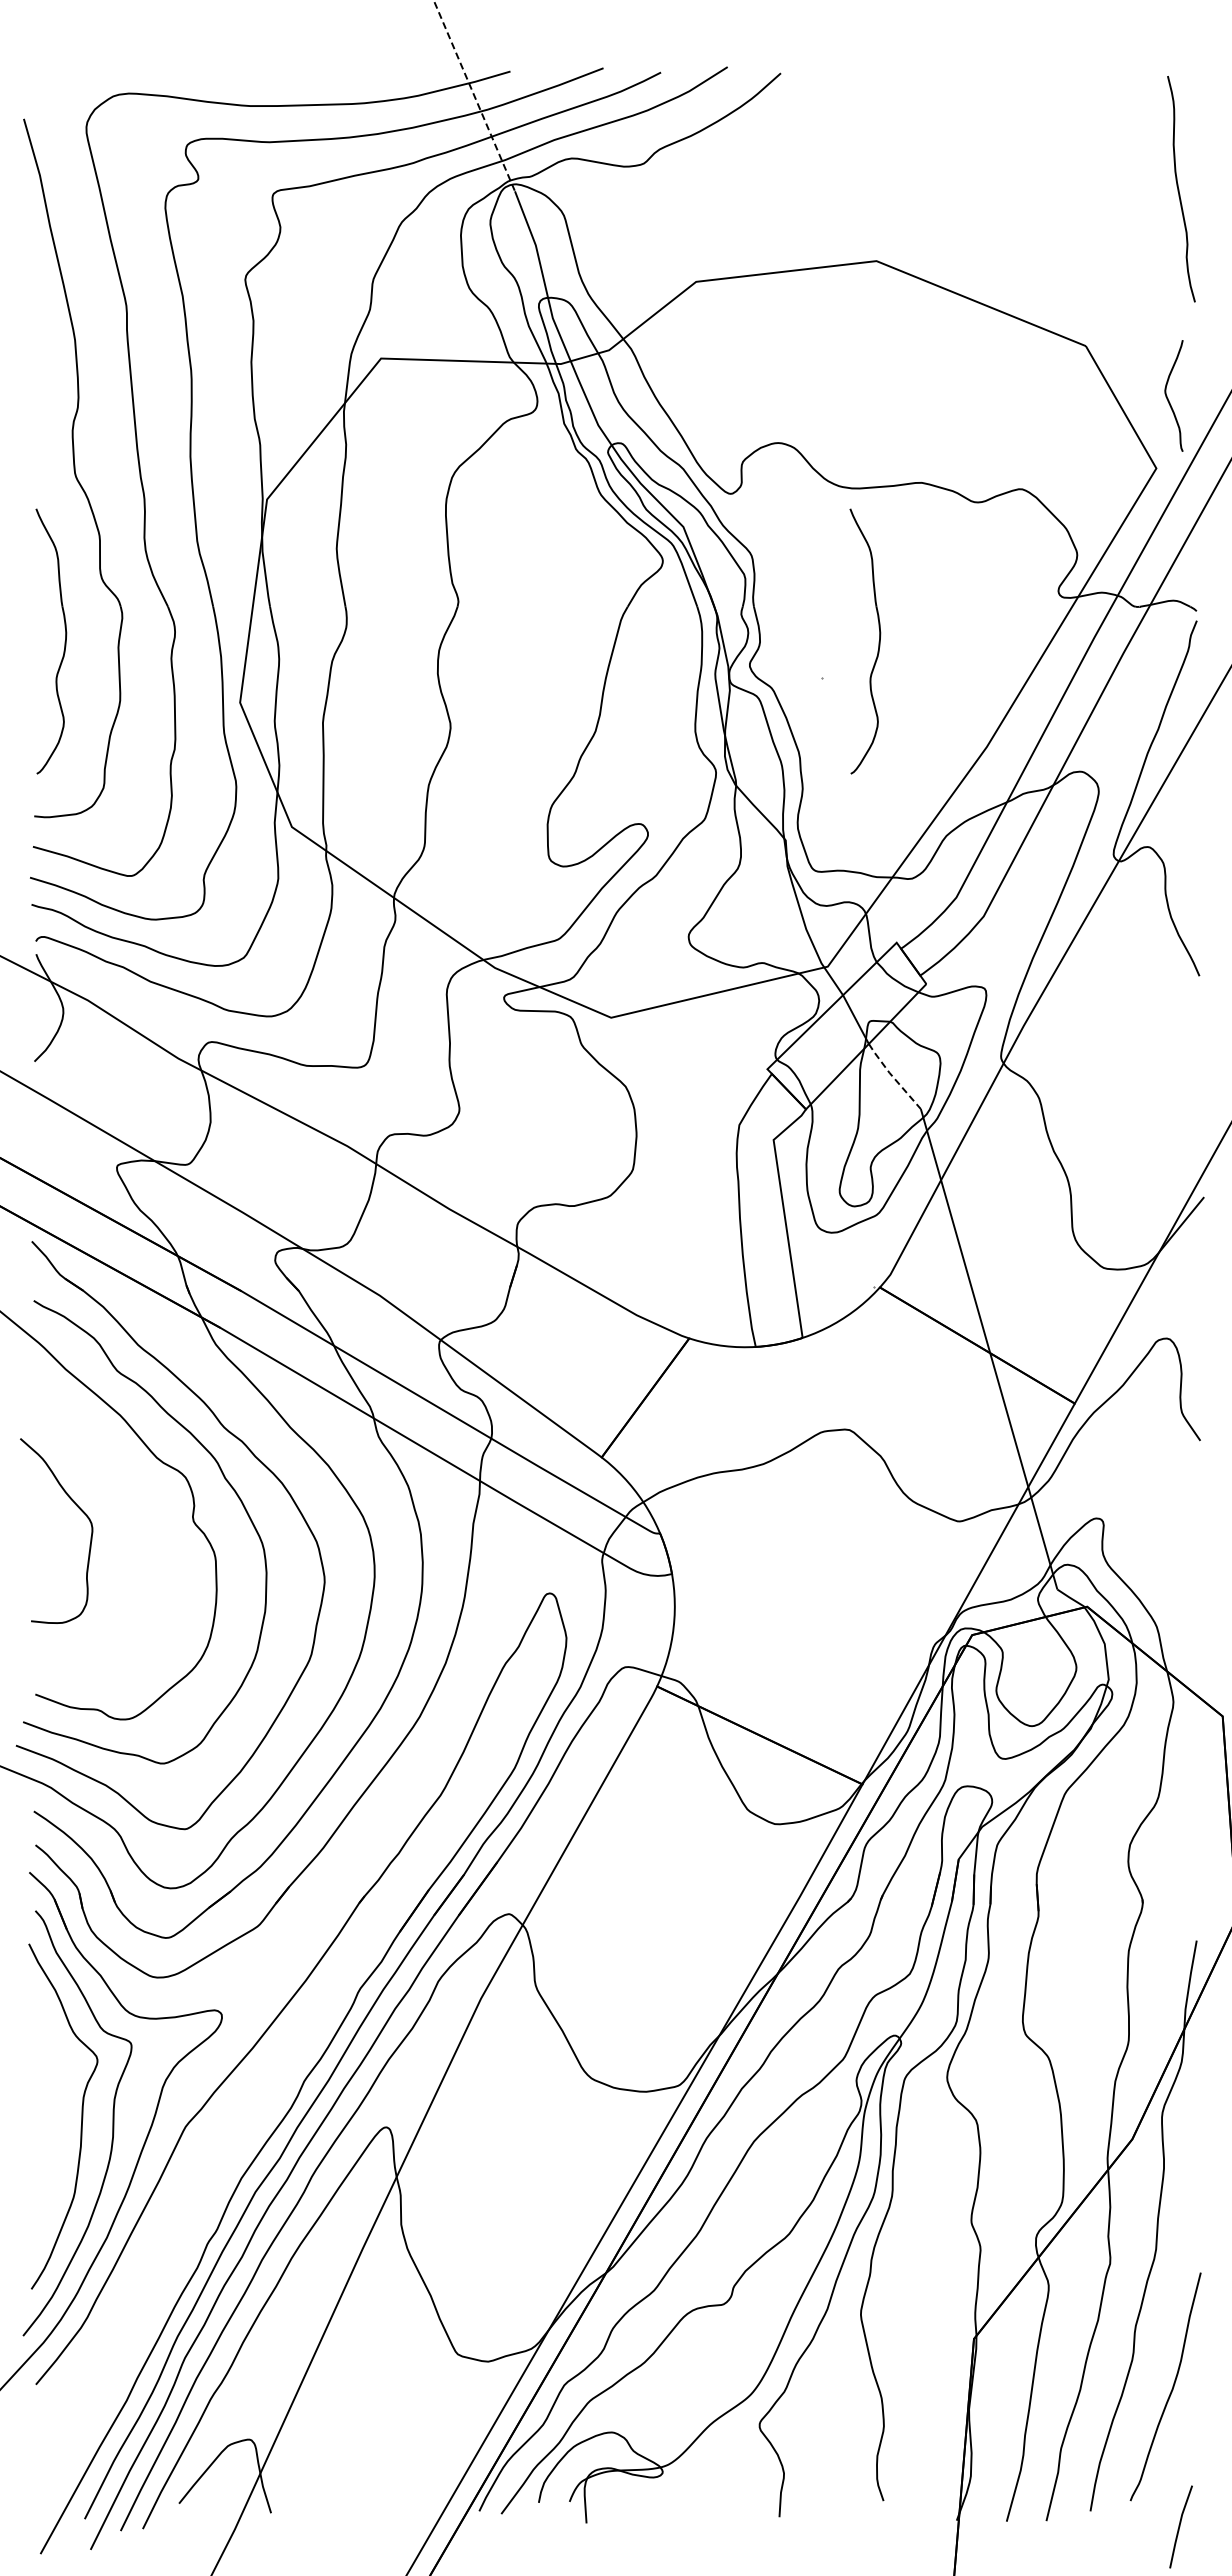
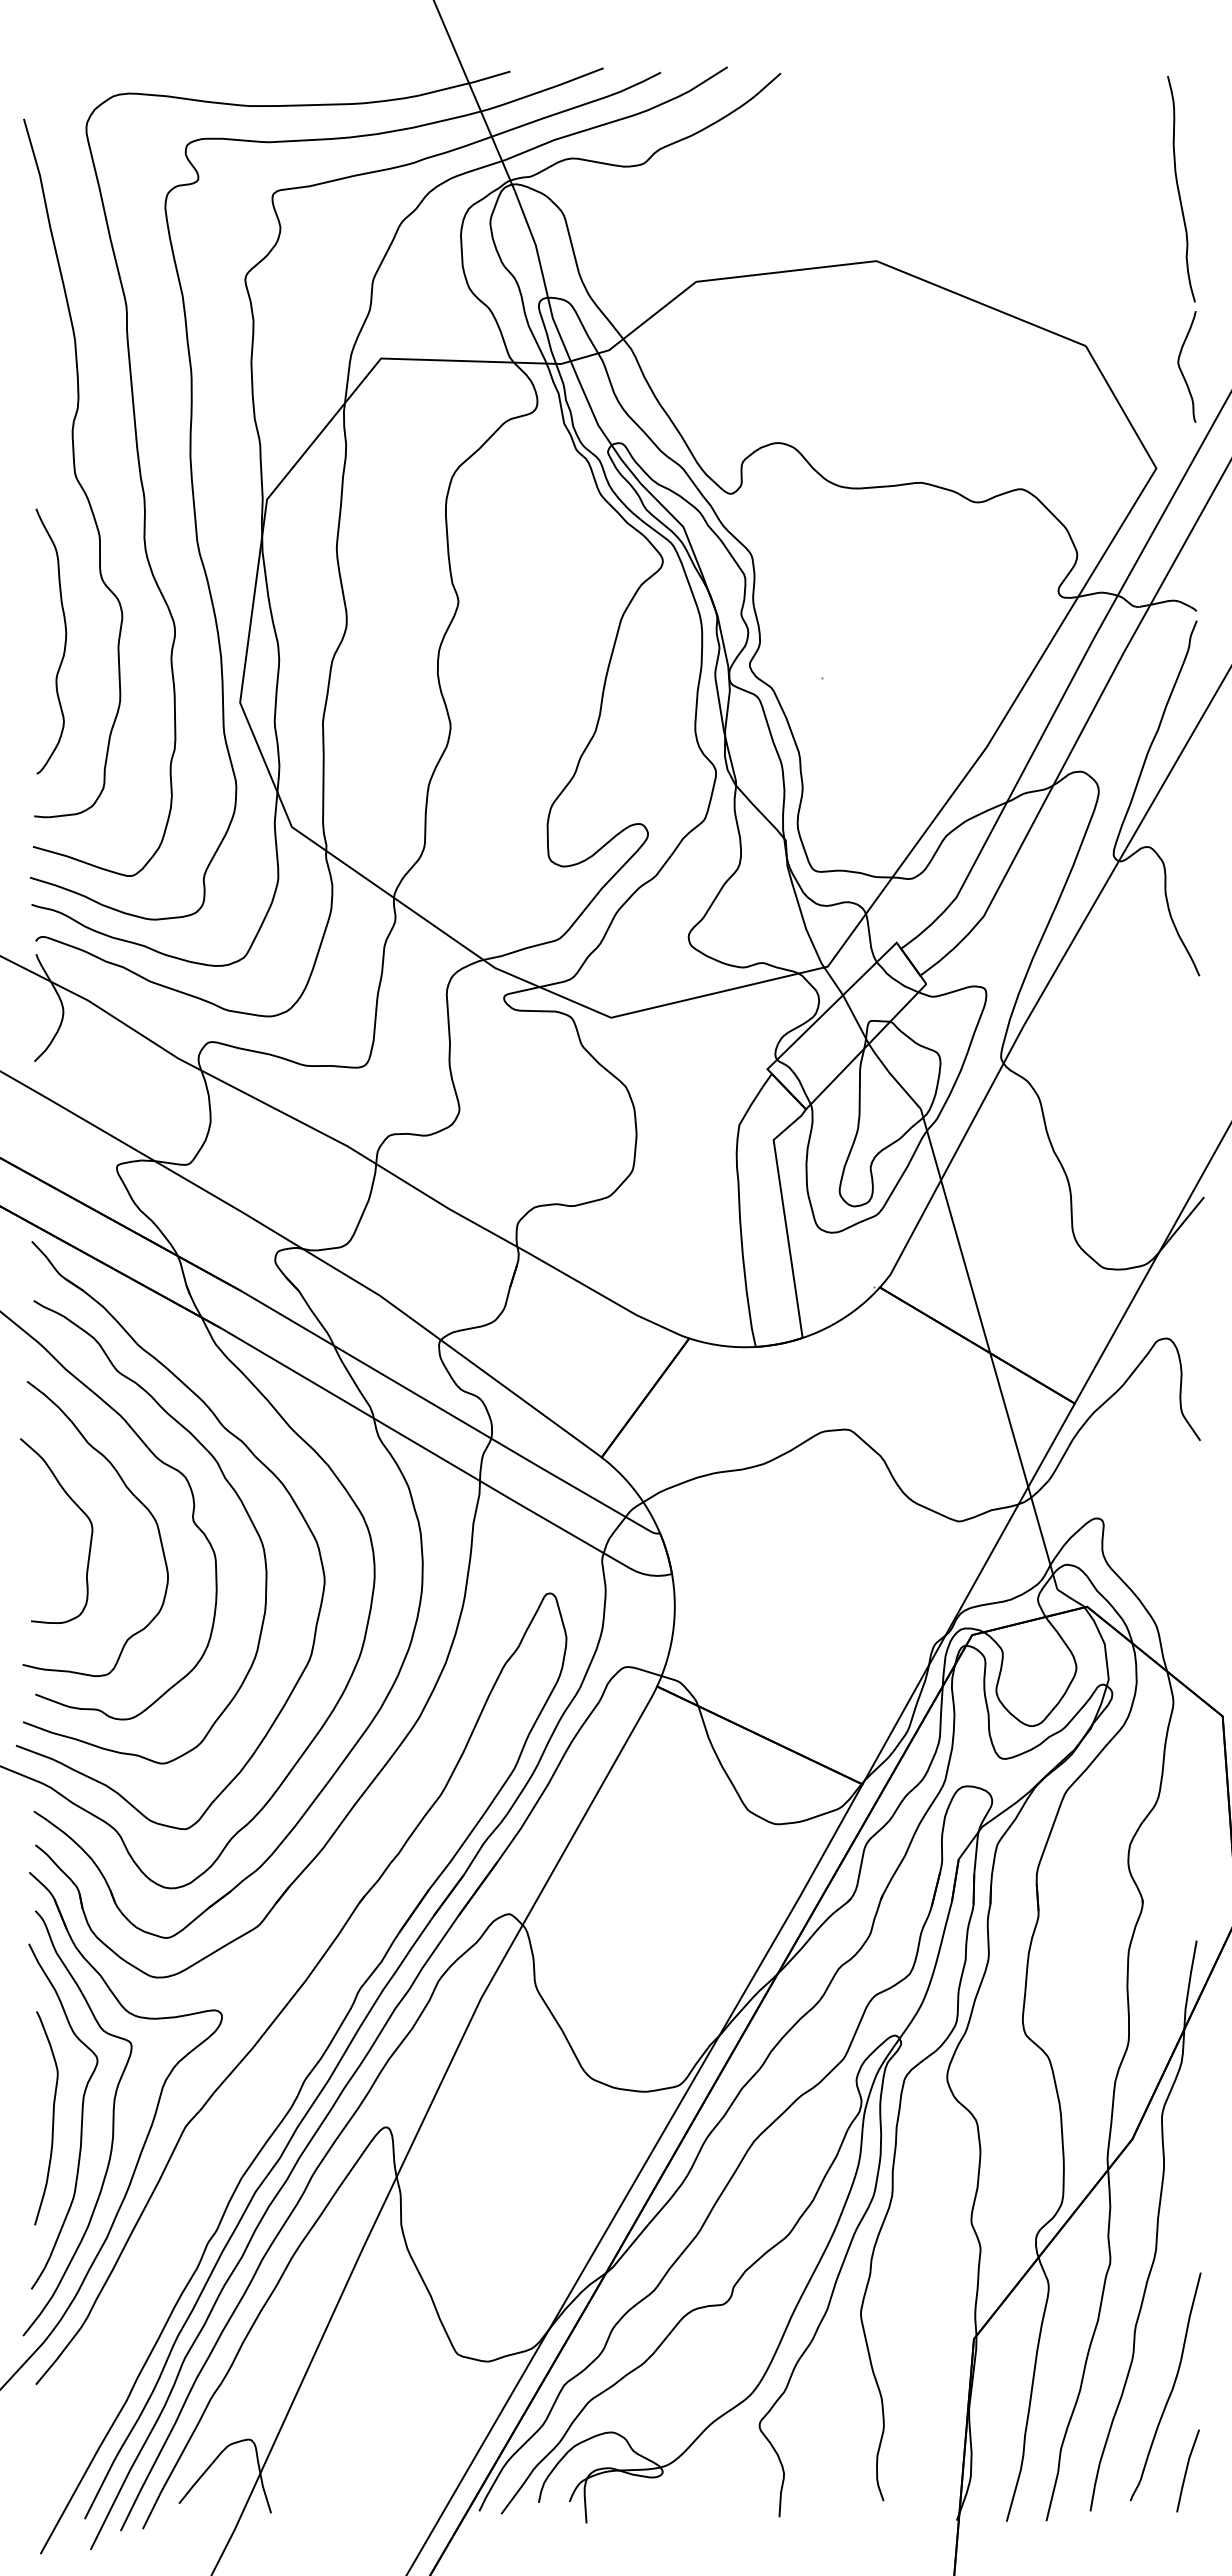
line at (474, 96): dashed -> solid
curve at (1168, 398) position: (1168, 398) -> (1181, 369)
part at (878, 641): present -> none
line at (892, 1076): dashed -> solid
curve at (131, 1494): none -> present
curve at (52, 2118): none -> present
line at (1180, 2526) position: (1180, 2526) -> (1187, 2470)
